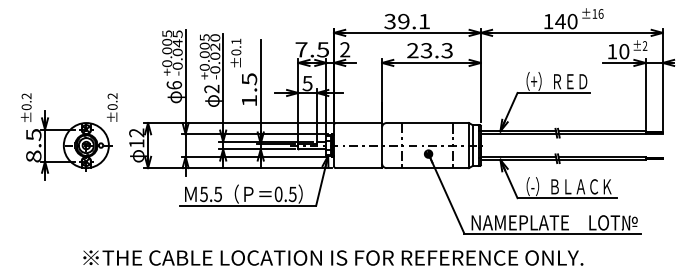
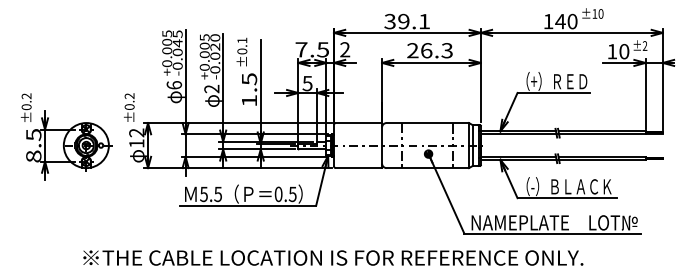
text at (600, 13): ±16 -> ±10
text at (426, 50): 23.3 -> 26.3
text at (235, 52) position: (235, 52) -> (241, 51)
text at (112, 107) position: (112, 107) -> (129, 107)
